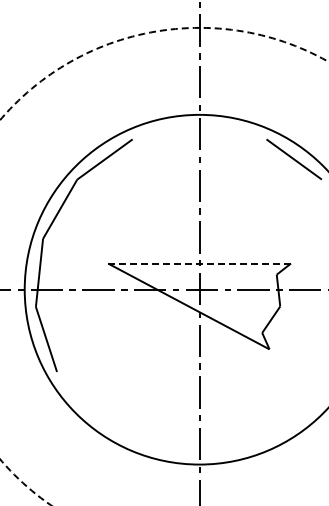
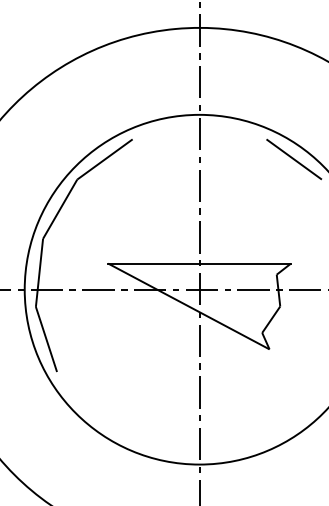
arc at (121, 39): dashed -> solid
line at (199, 263): dashed -> solid
